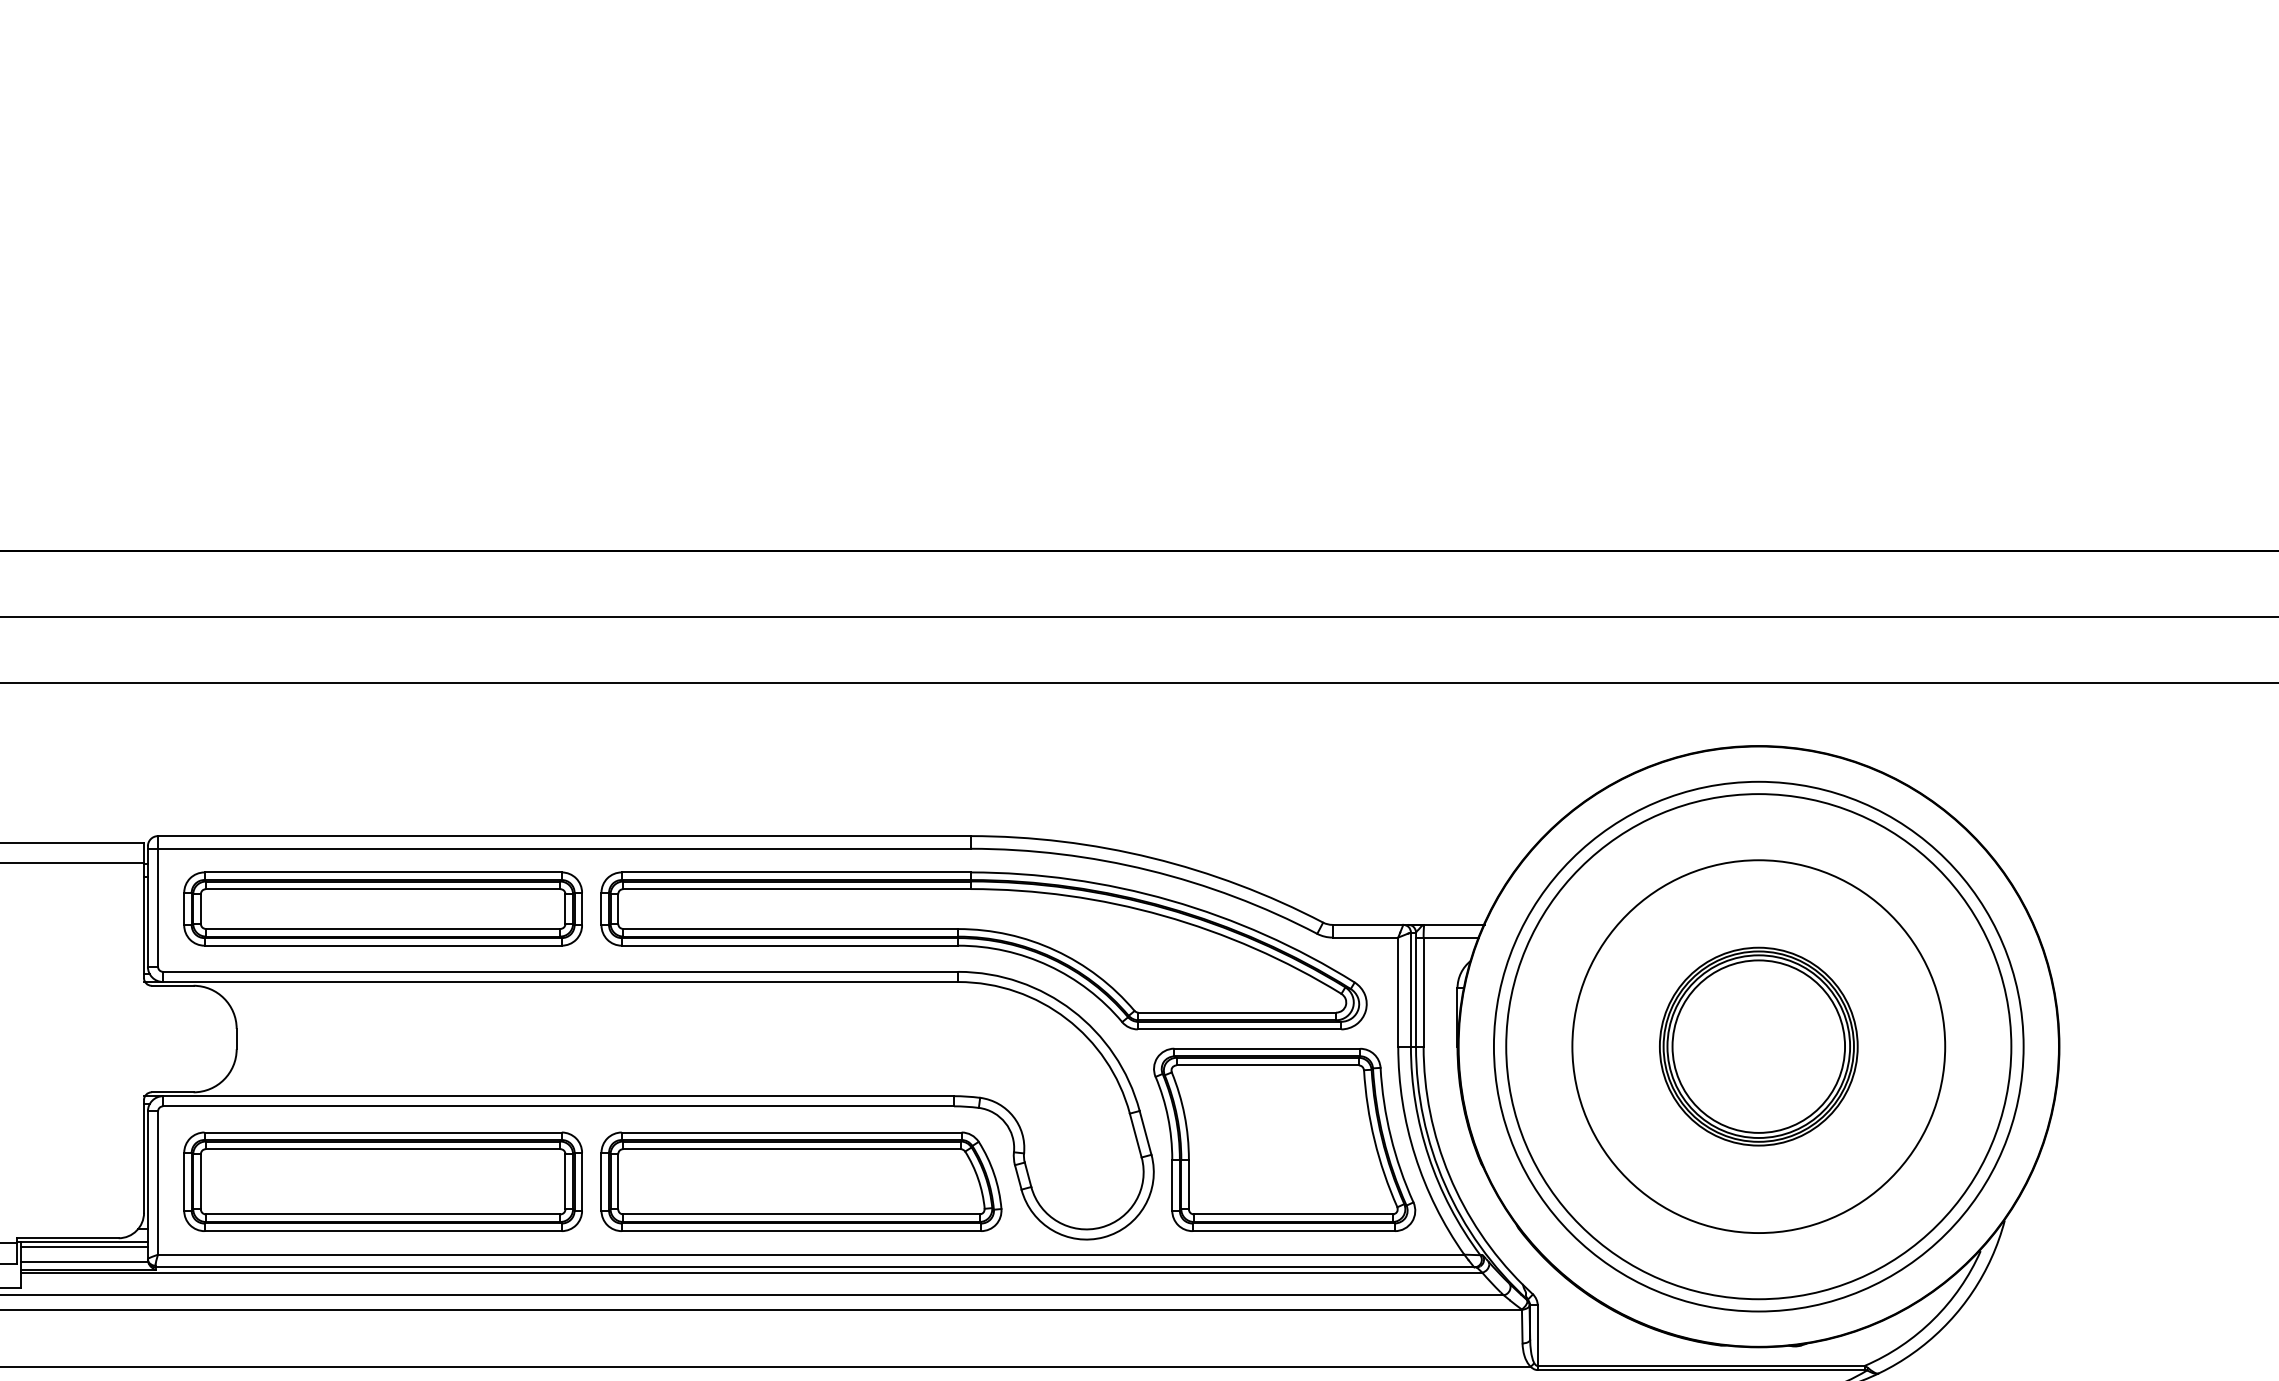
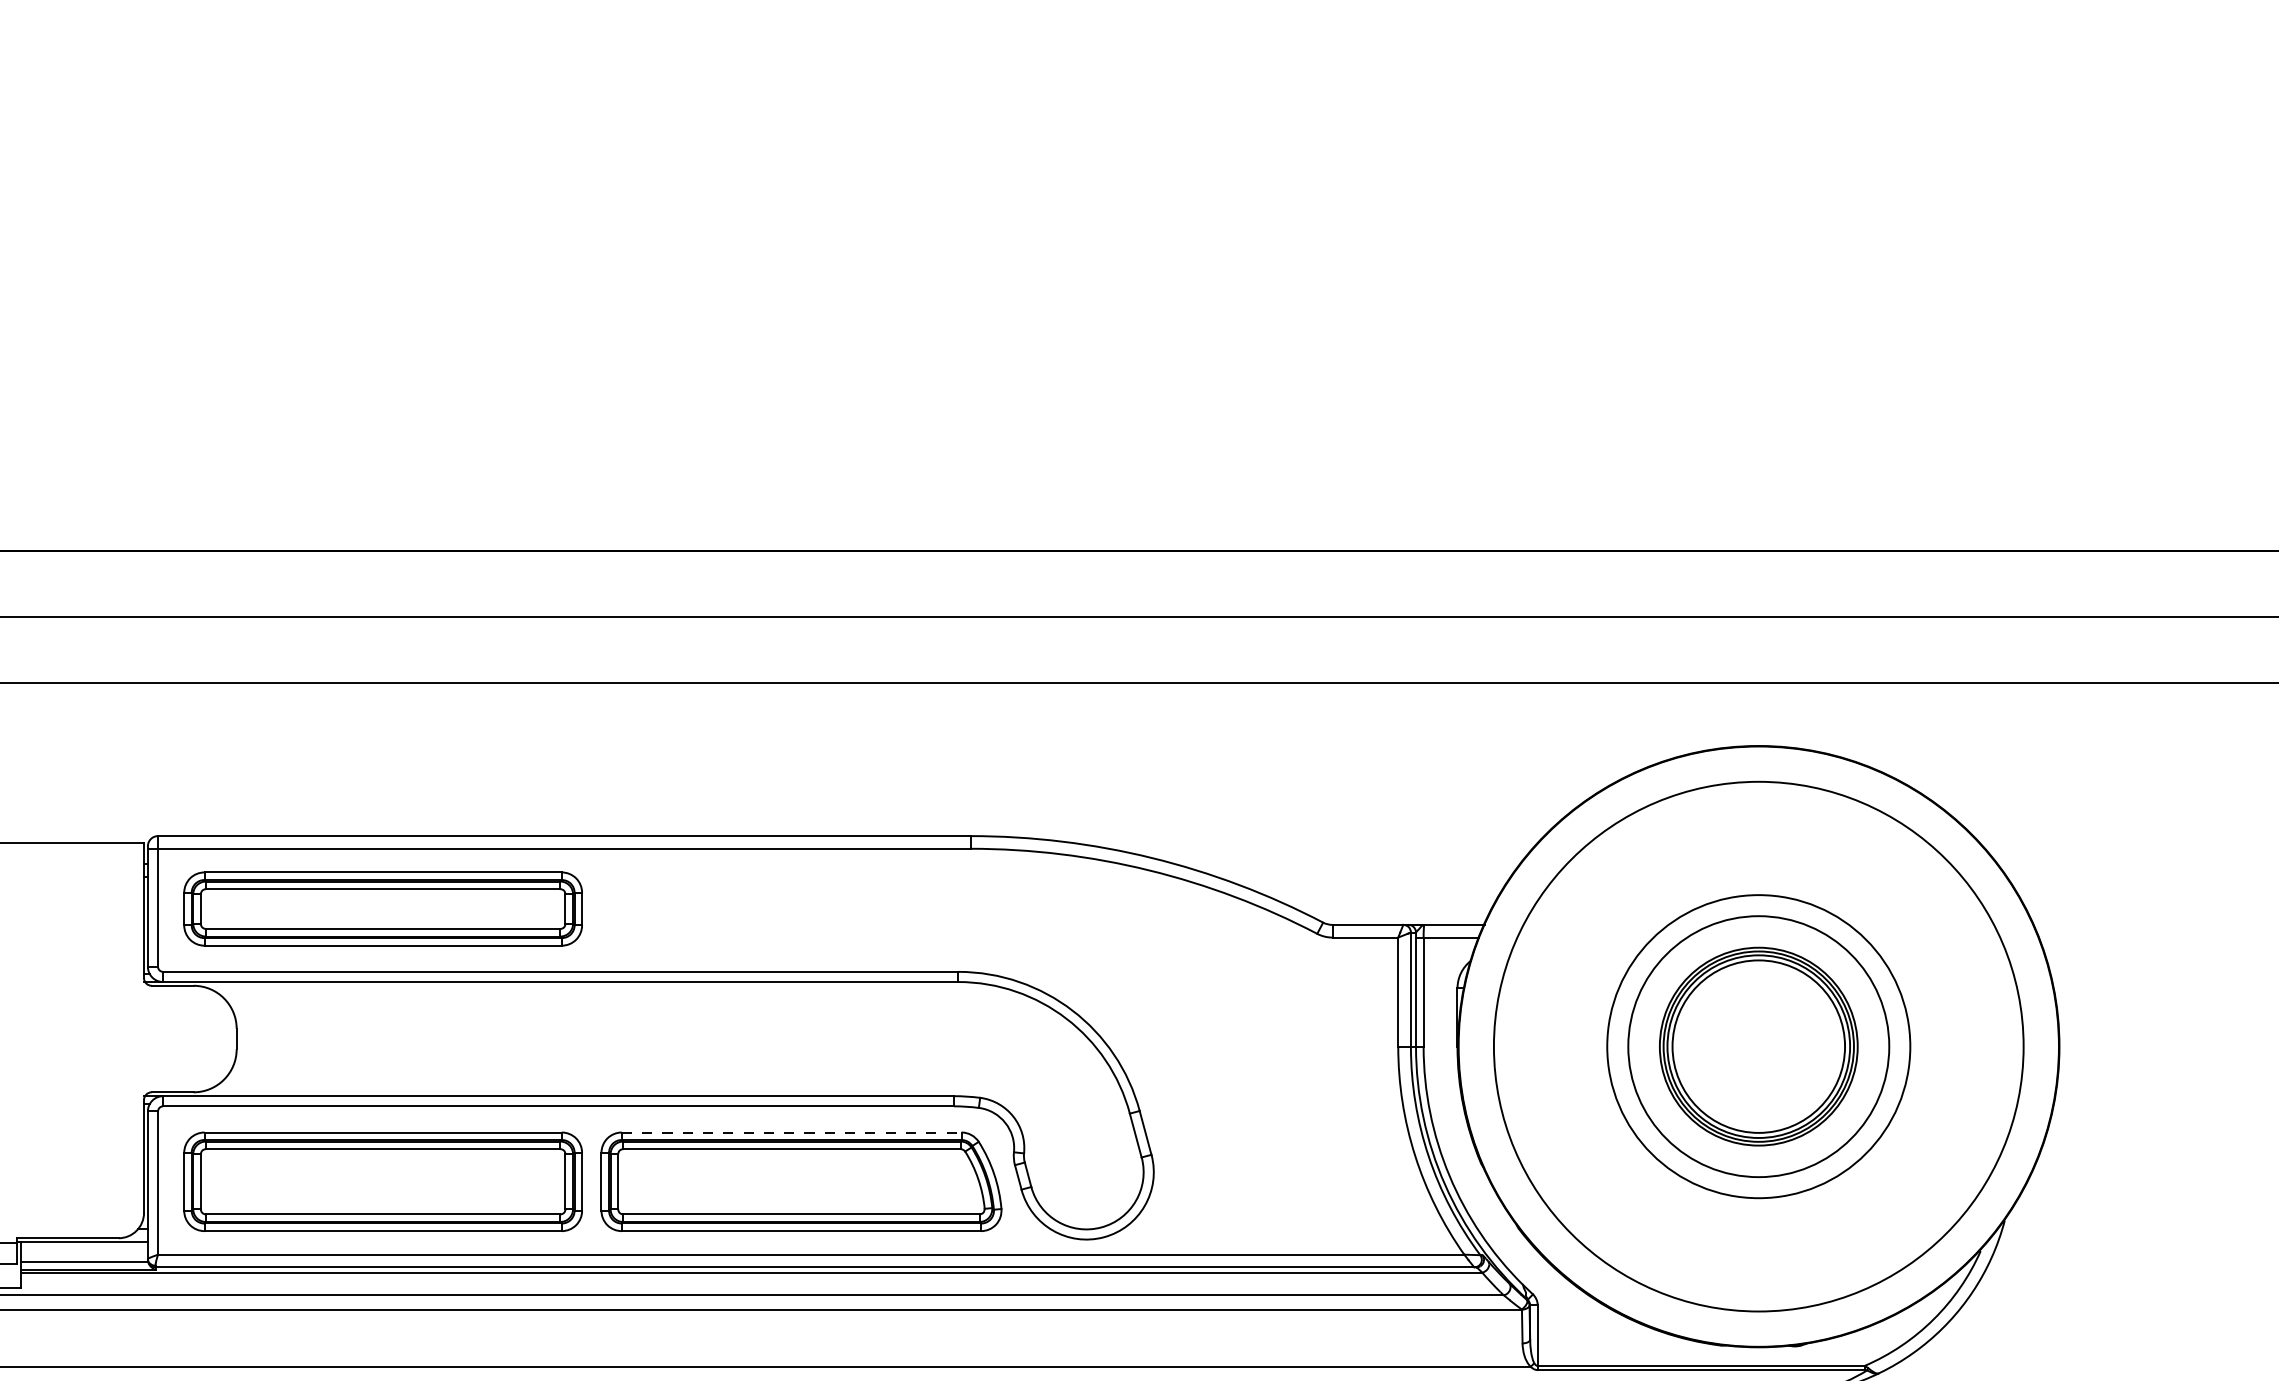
line at (73, 862): present -> none
part at (983, 950): present -> none
circle at (1758, 1046) diameter: 373 px -> 261 px
circle at (1758, 1046) diameter: 505 px -> 303 px
line at (791, 1132): solid -> dashed
part at (1284, 1139): present -> none
line at (84, 1247): present -> none
